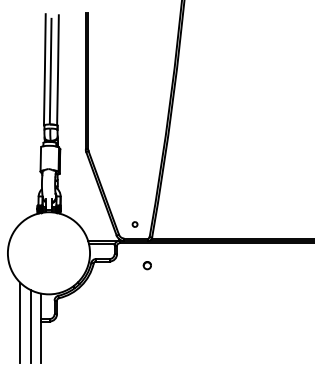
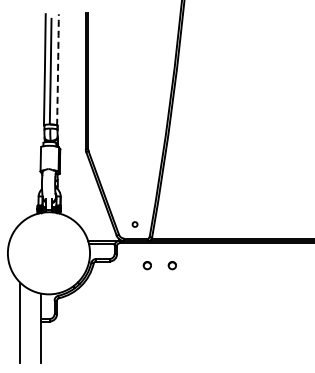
arc at (58, 70): solid -> dashed
part at (171, 265): none -> present
line at (30, 326): present -> none
